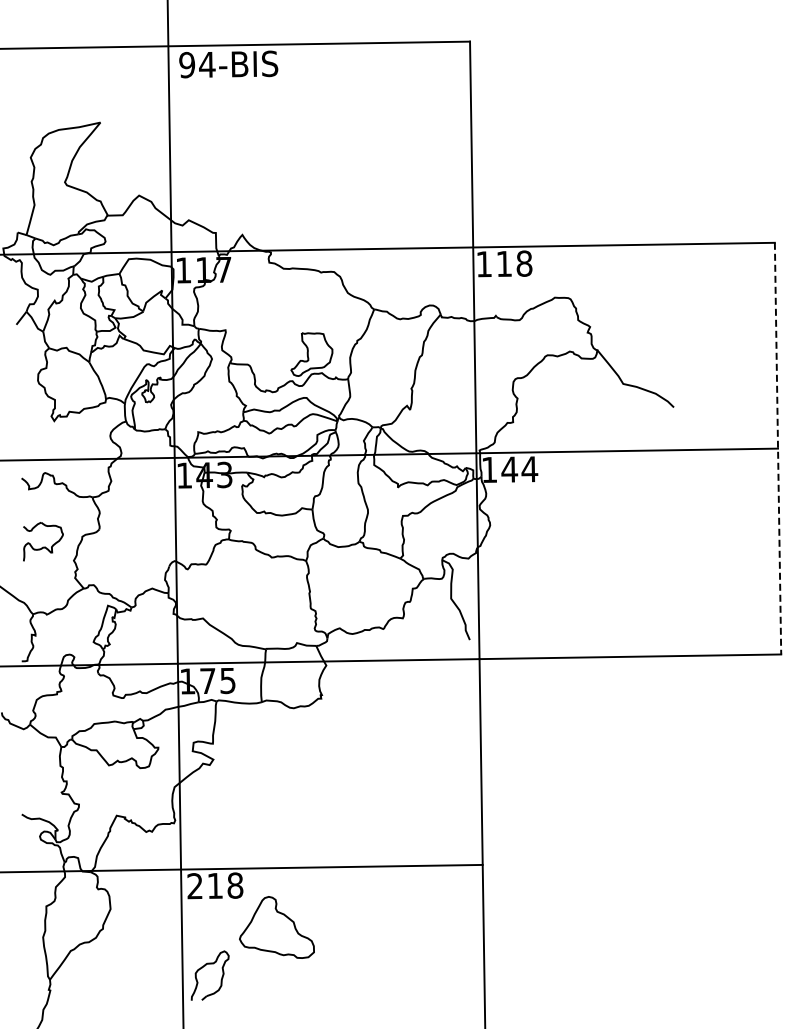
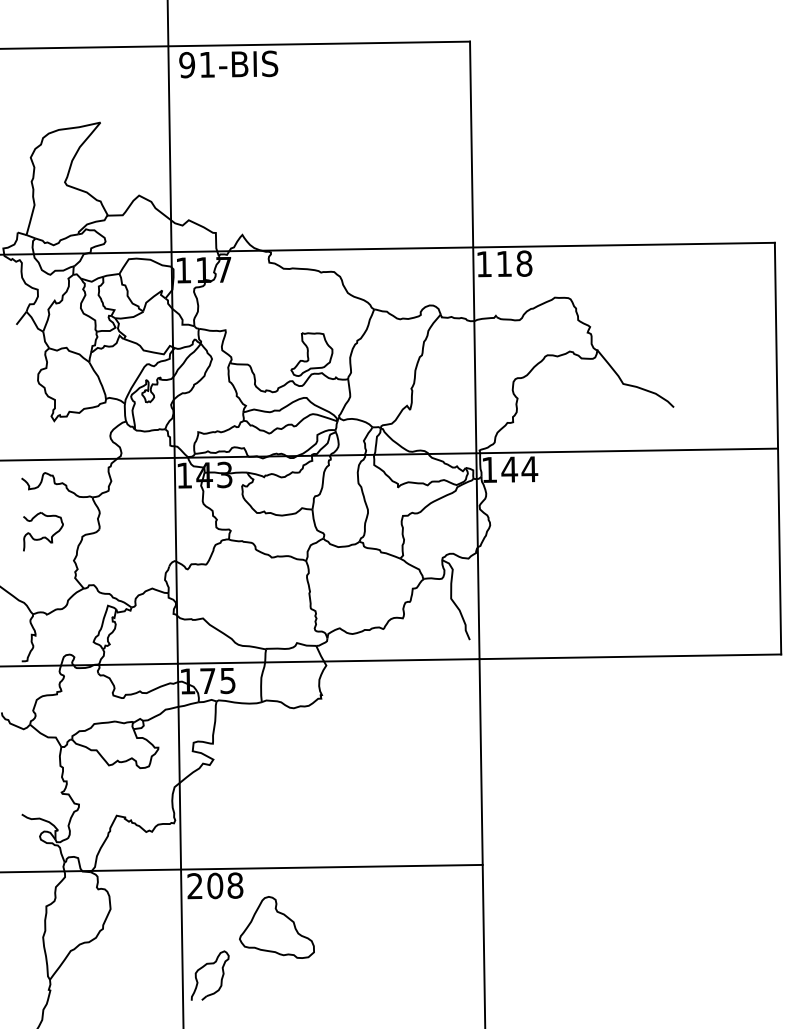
text at (207, 64): 94-BIS -> 91-BIS
line at (778, 448): dashed -> solid
part at (43, 541) position: (43, 541) -> (43, 531)
text at (215, 885): 218 -> 208
